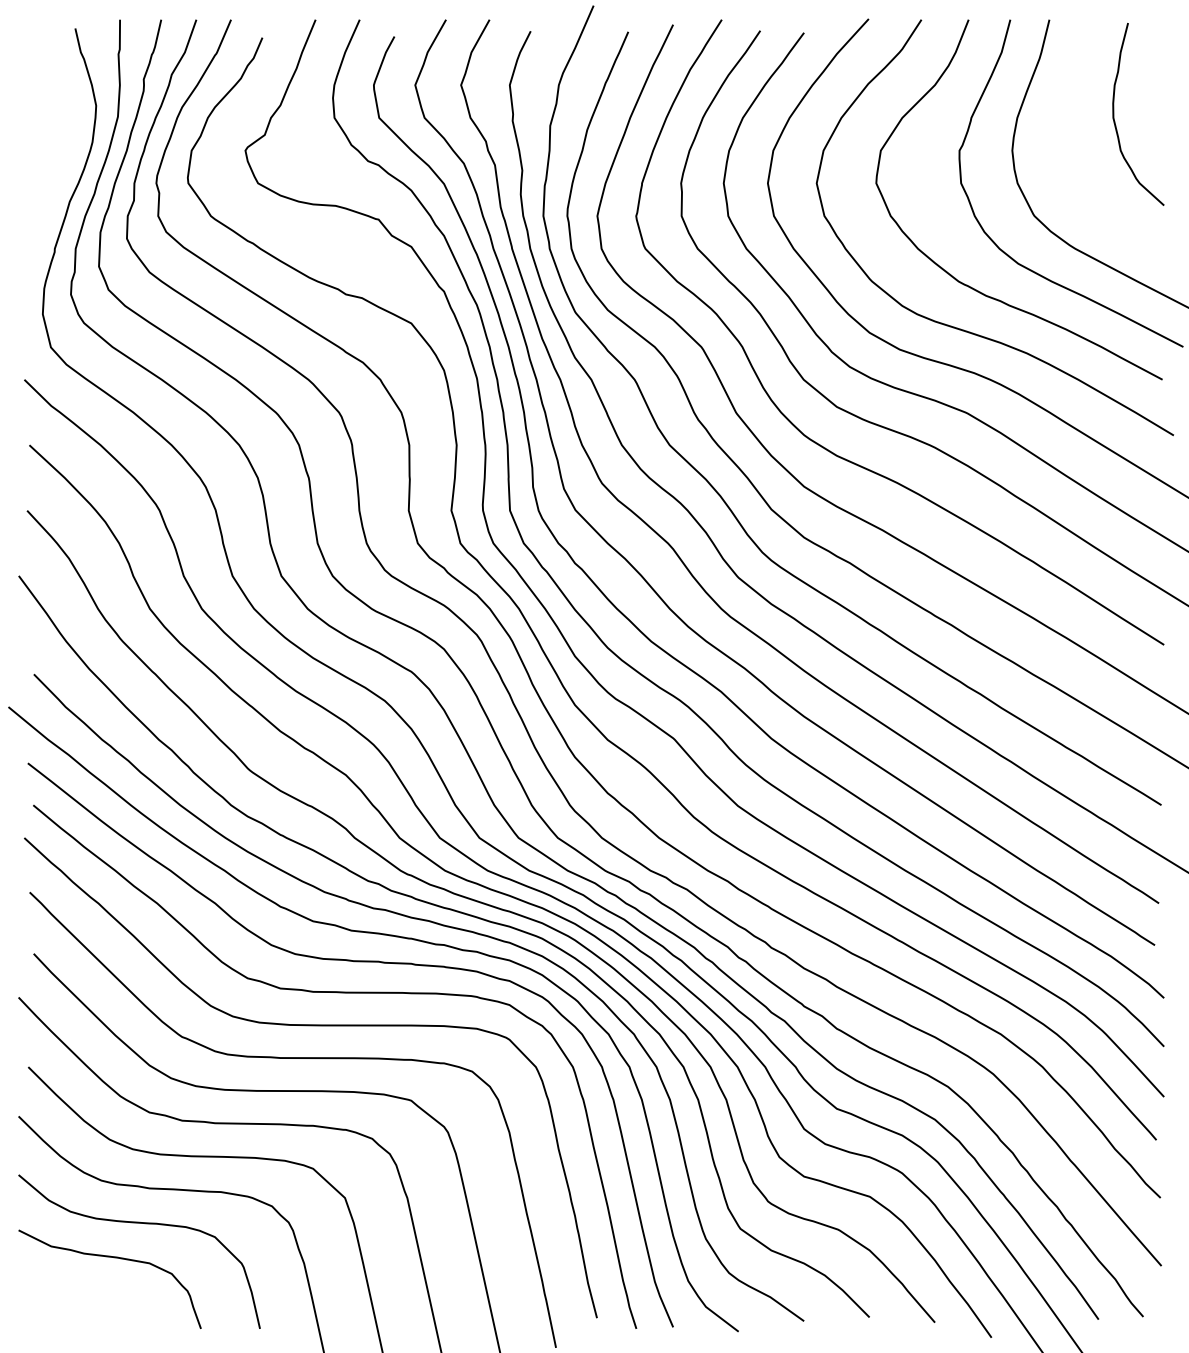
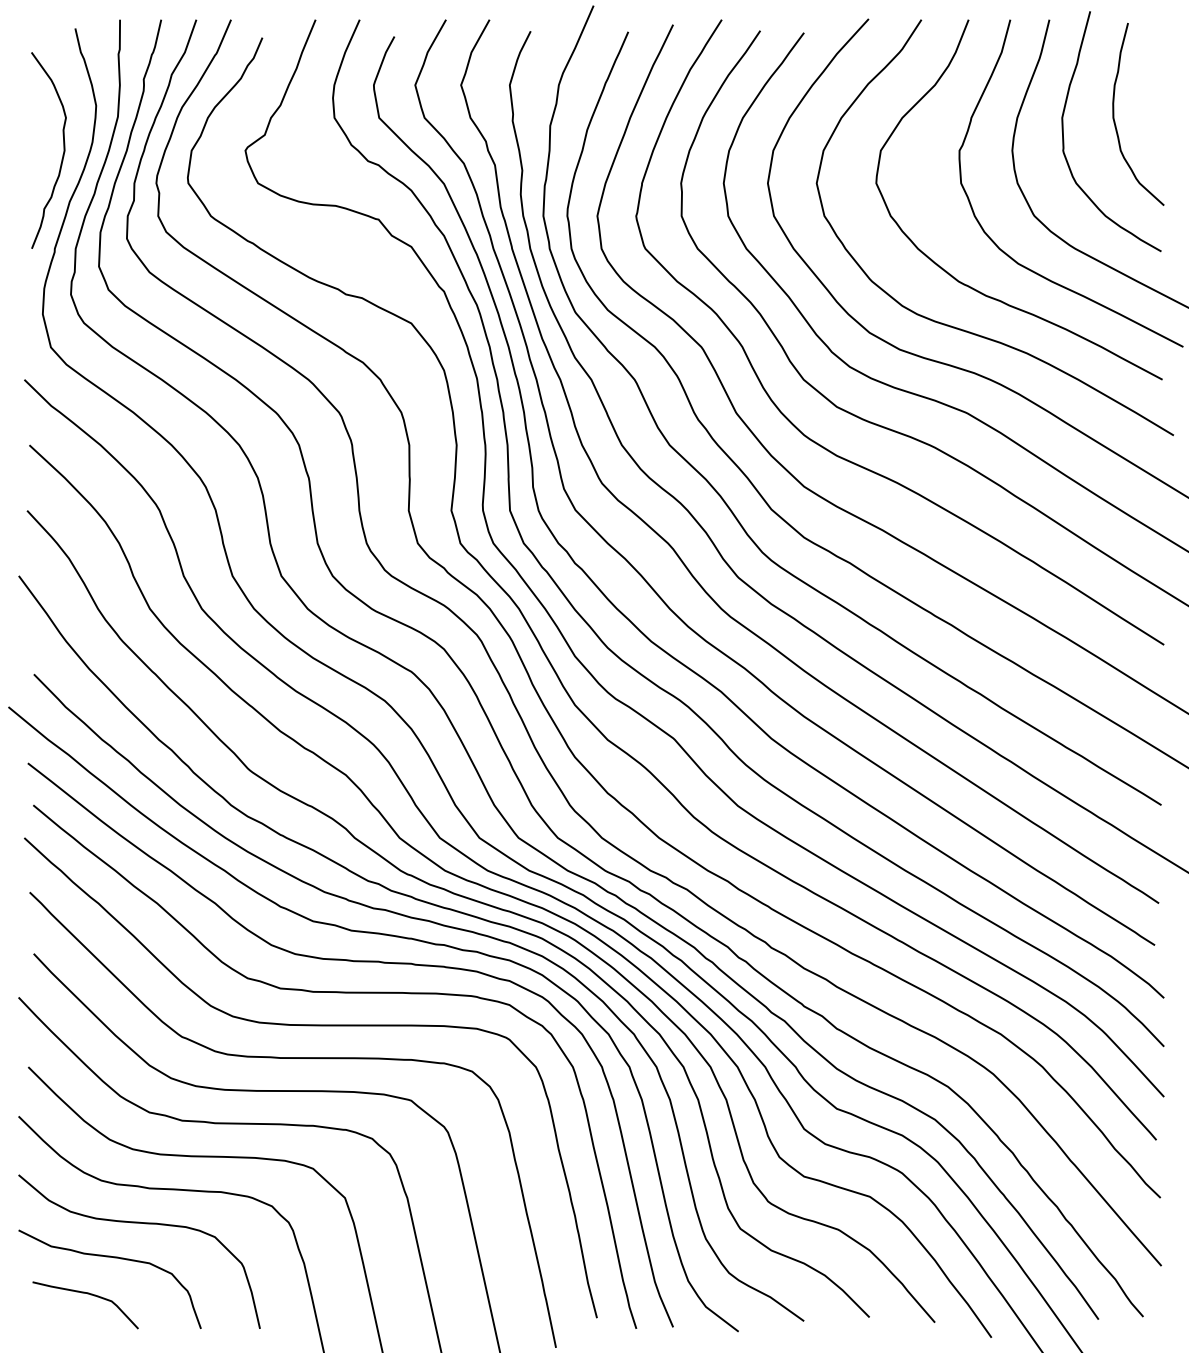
curve at (1064, 139): none -> present
curve at (62, 154): none -> present
curve at (87, 1294): none -> present
